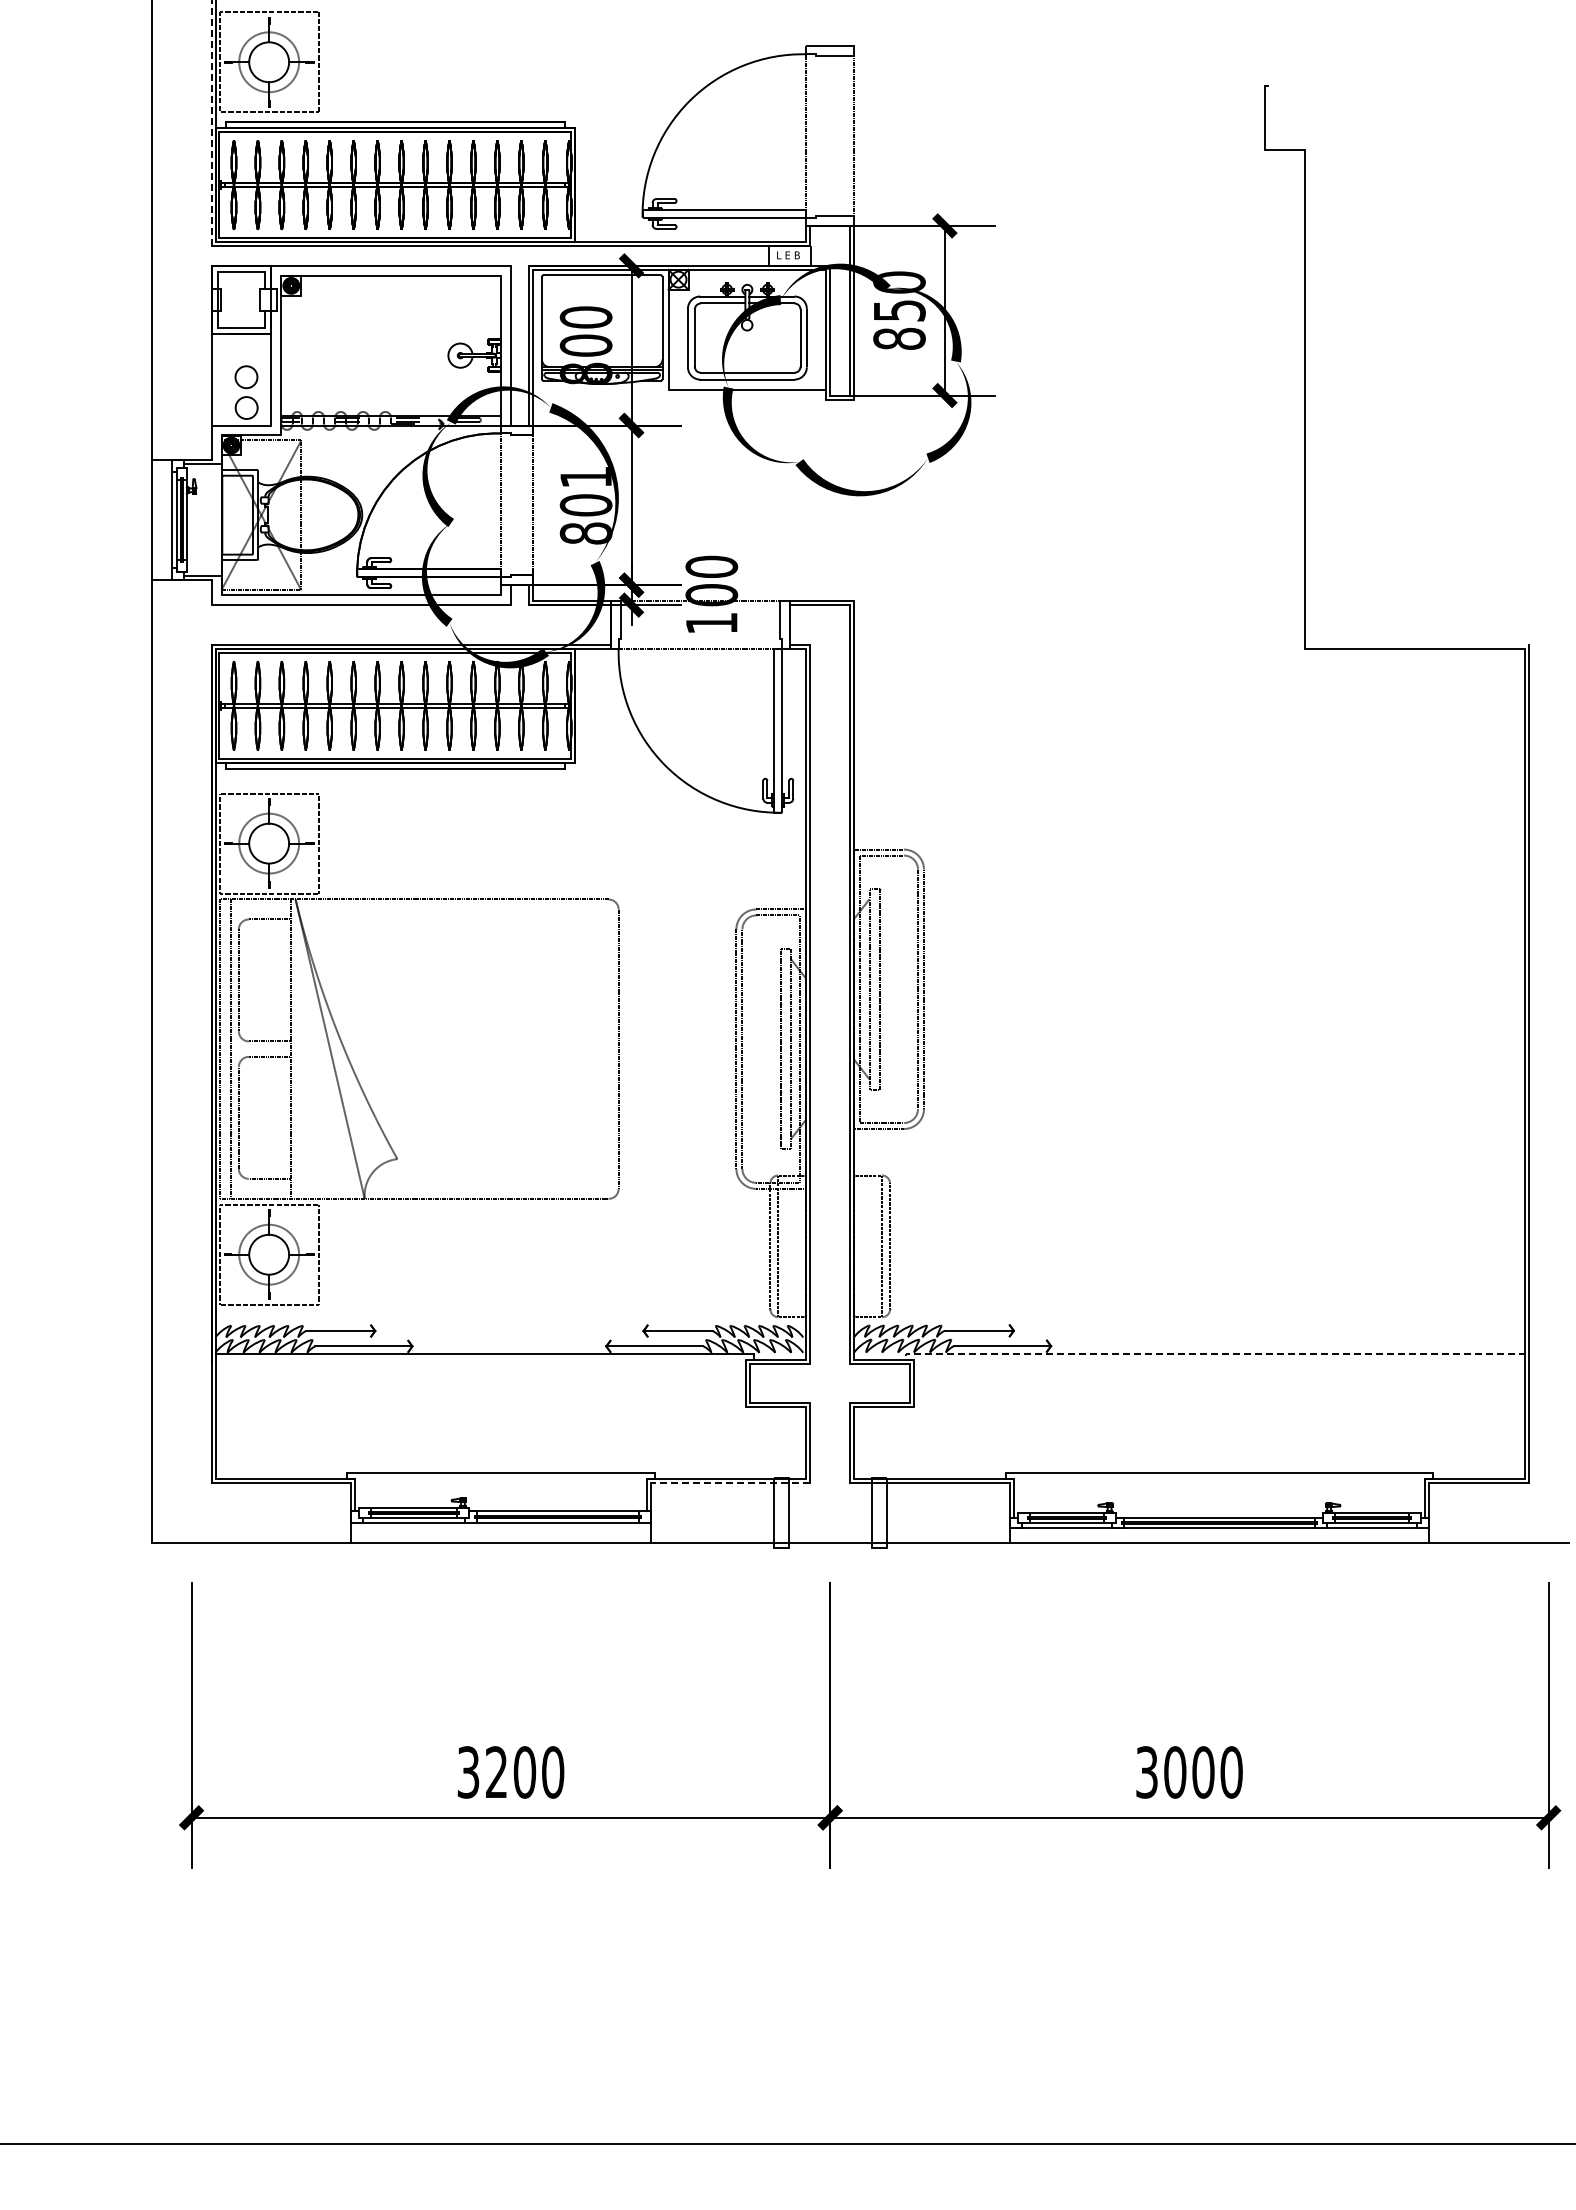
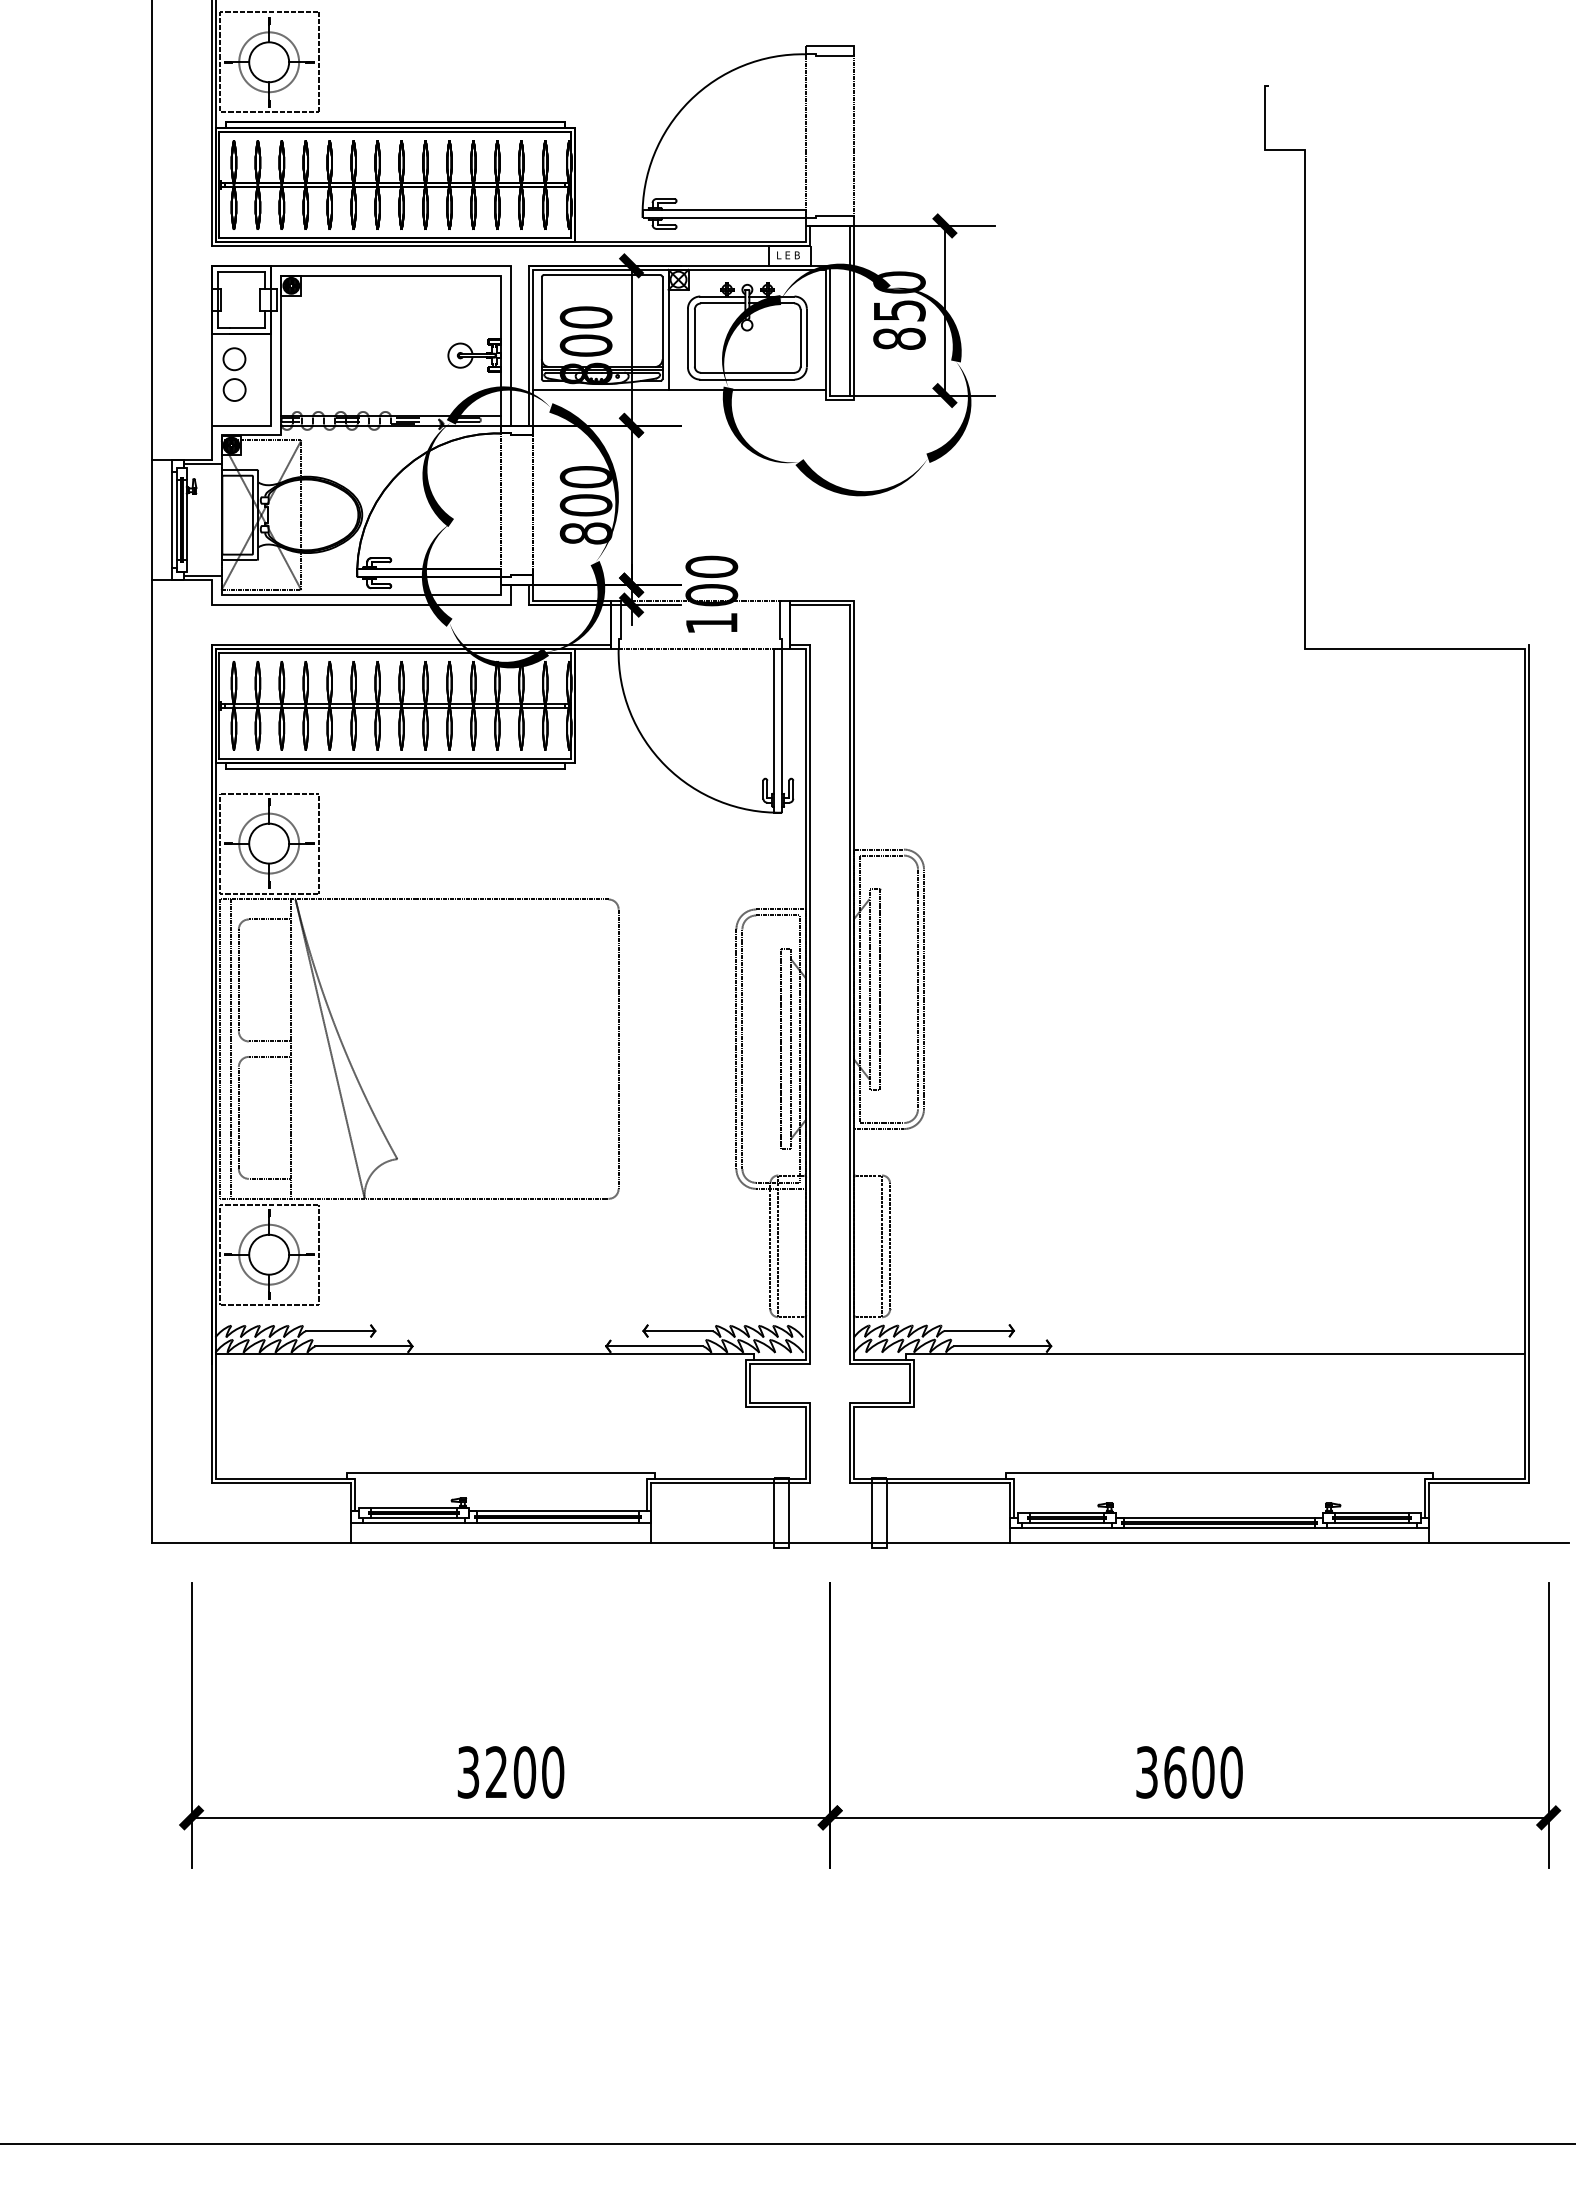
line at (211, 122): dashed -> solid
line at (600, 389): none -> present
part at (246, 392) position: (246, 392) -> (234, 374)
text at (585, 477): 801 -> 800
line at (1207, 1353): dashed -> solid
line at (730, 1483): dashed -> solid
text at (1175, 1772): 3000 -> 3600
